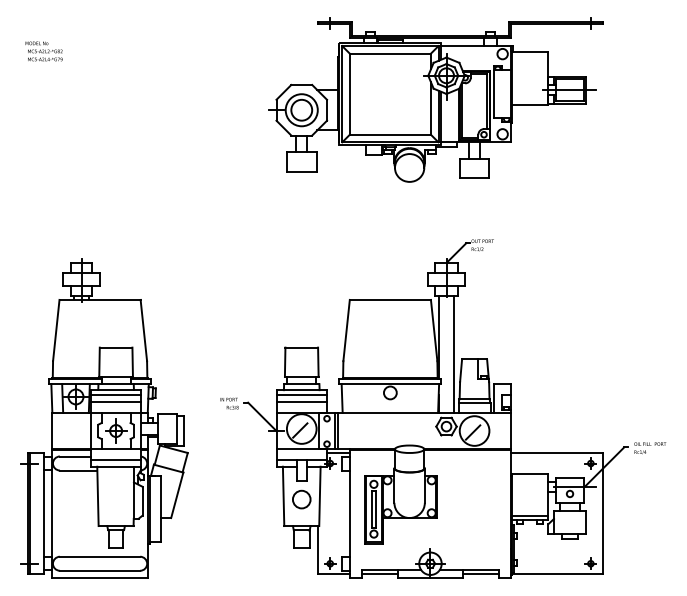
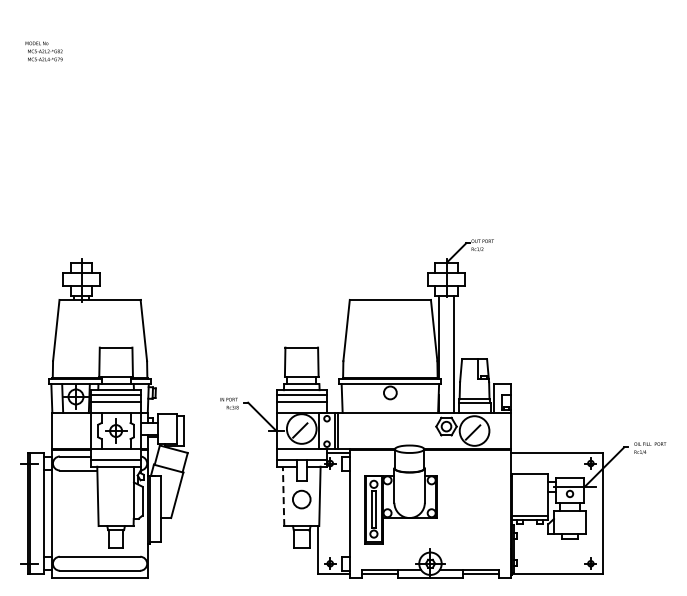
part at (435, 99): present -> none
line at (283, 496): solid -> dashed
